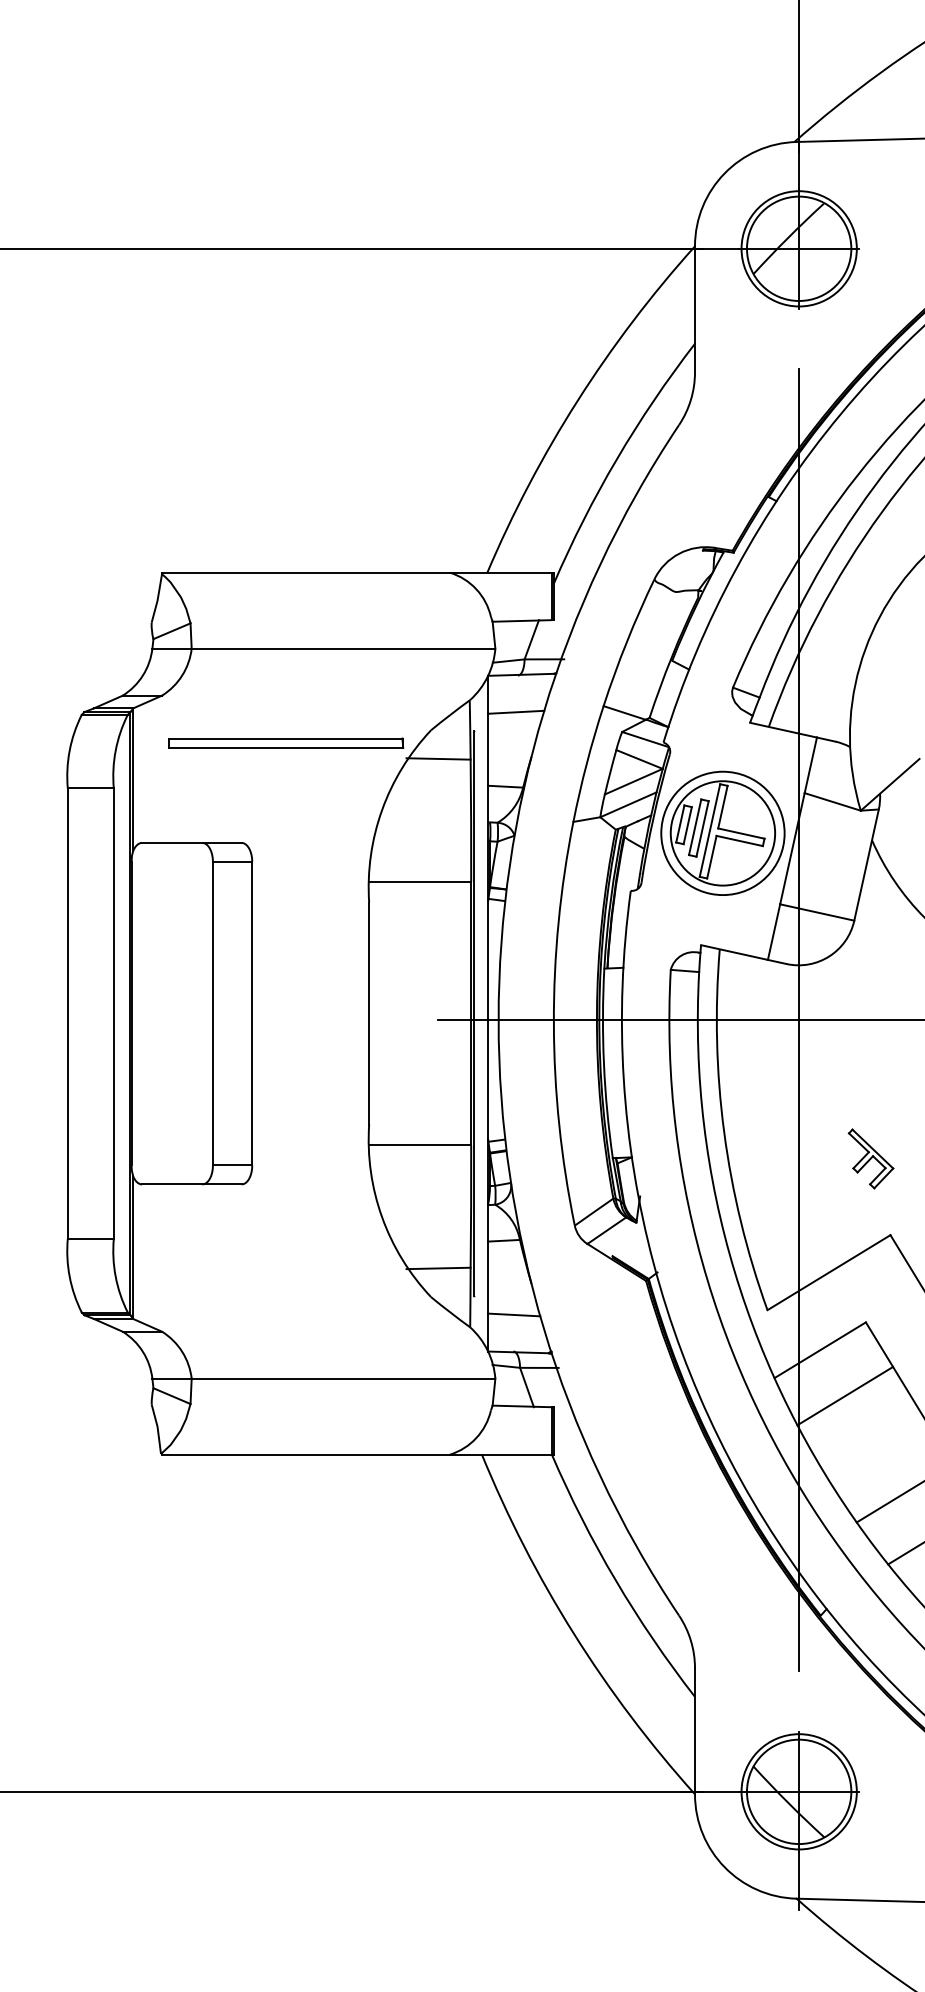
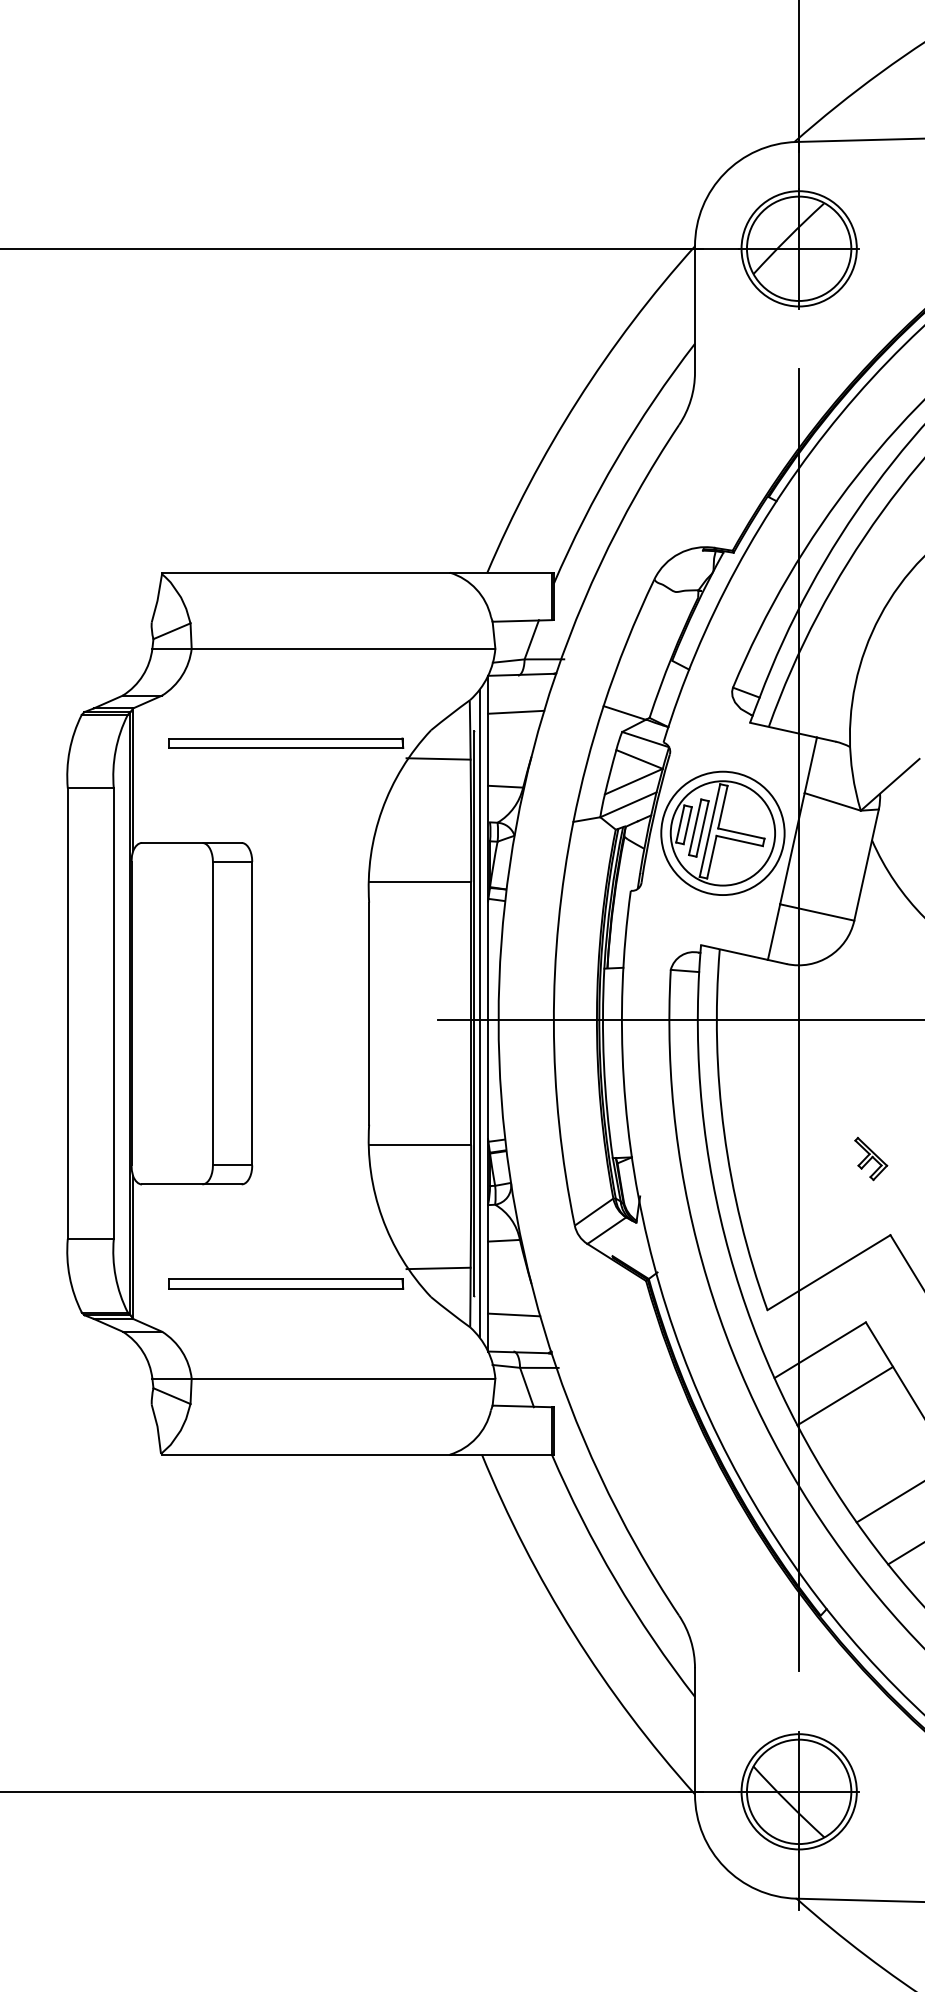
line at (479, 1013): none -> present
part at (870, 1158) size: 48x62 px -> 35x46 px
part at (286, 1283): none -> present
